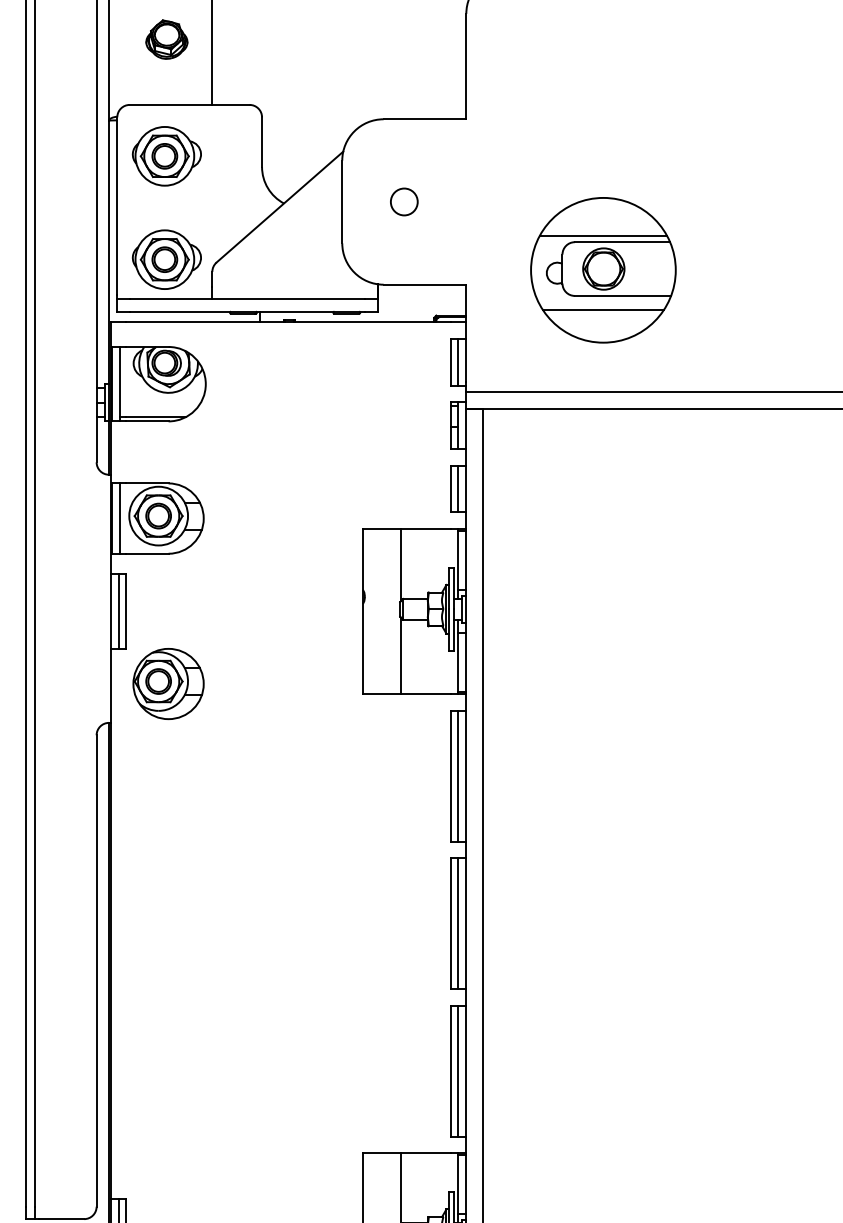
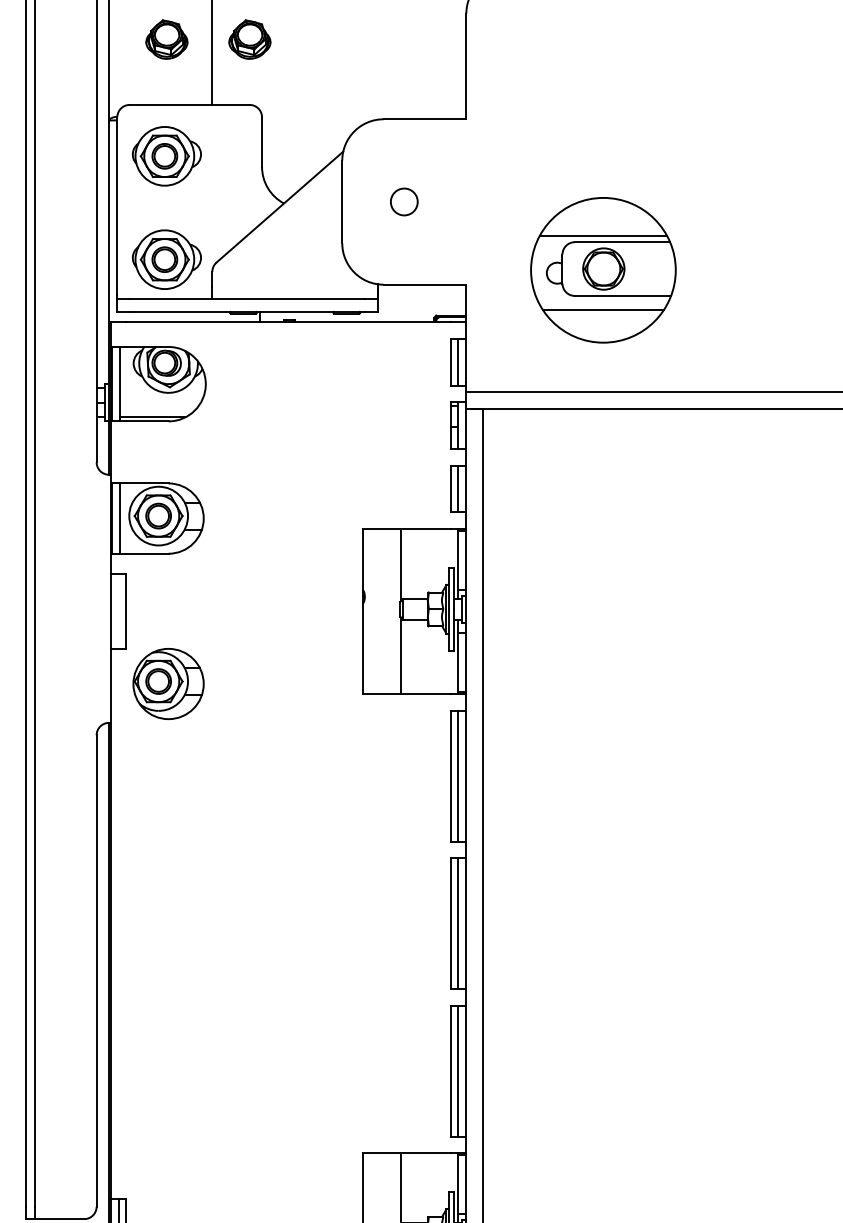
part at (249, 39): none -> present
line at (118, 611): present -> none
